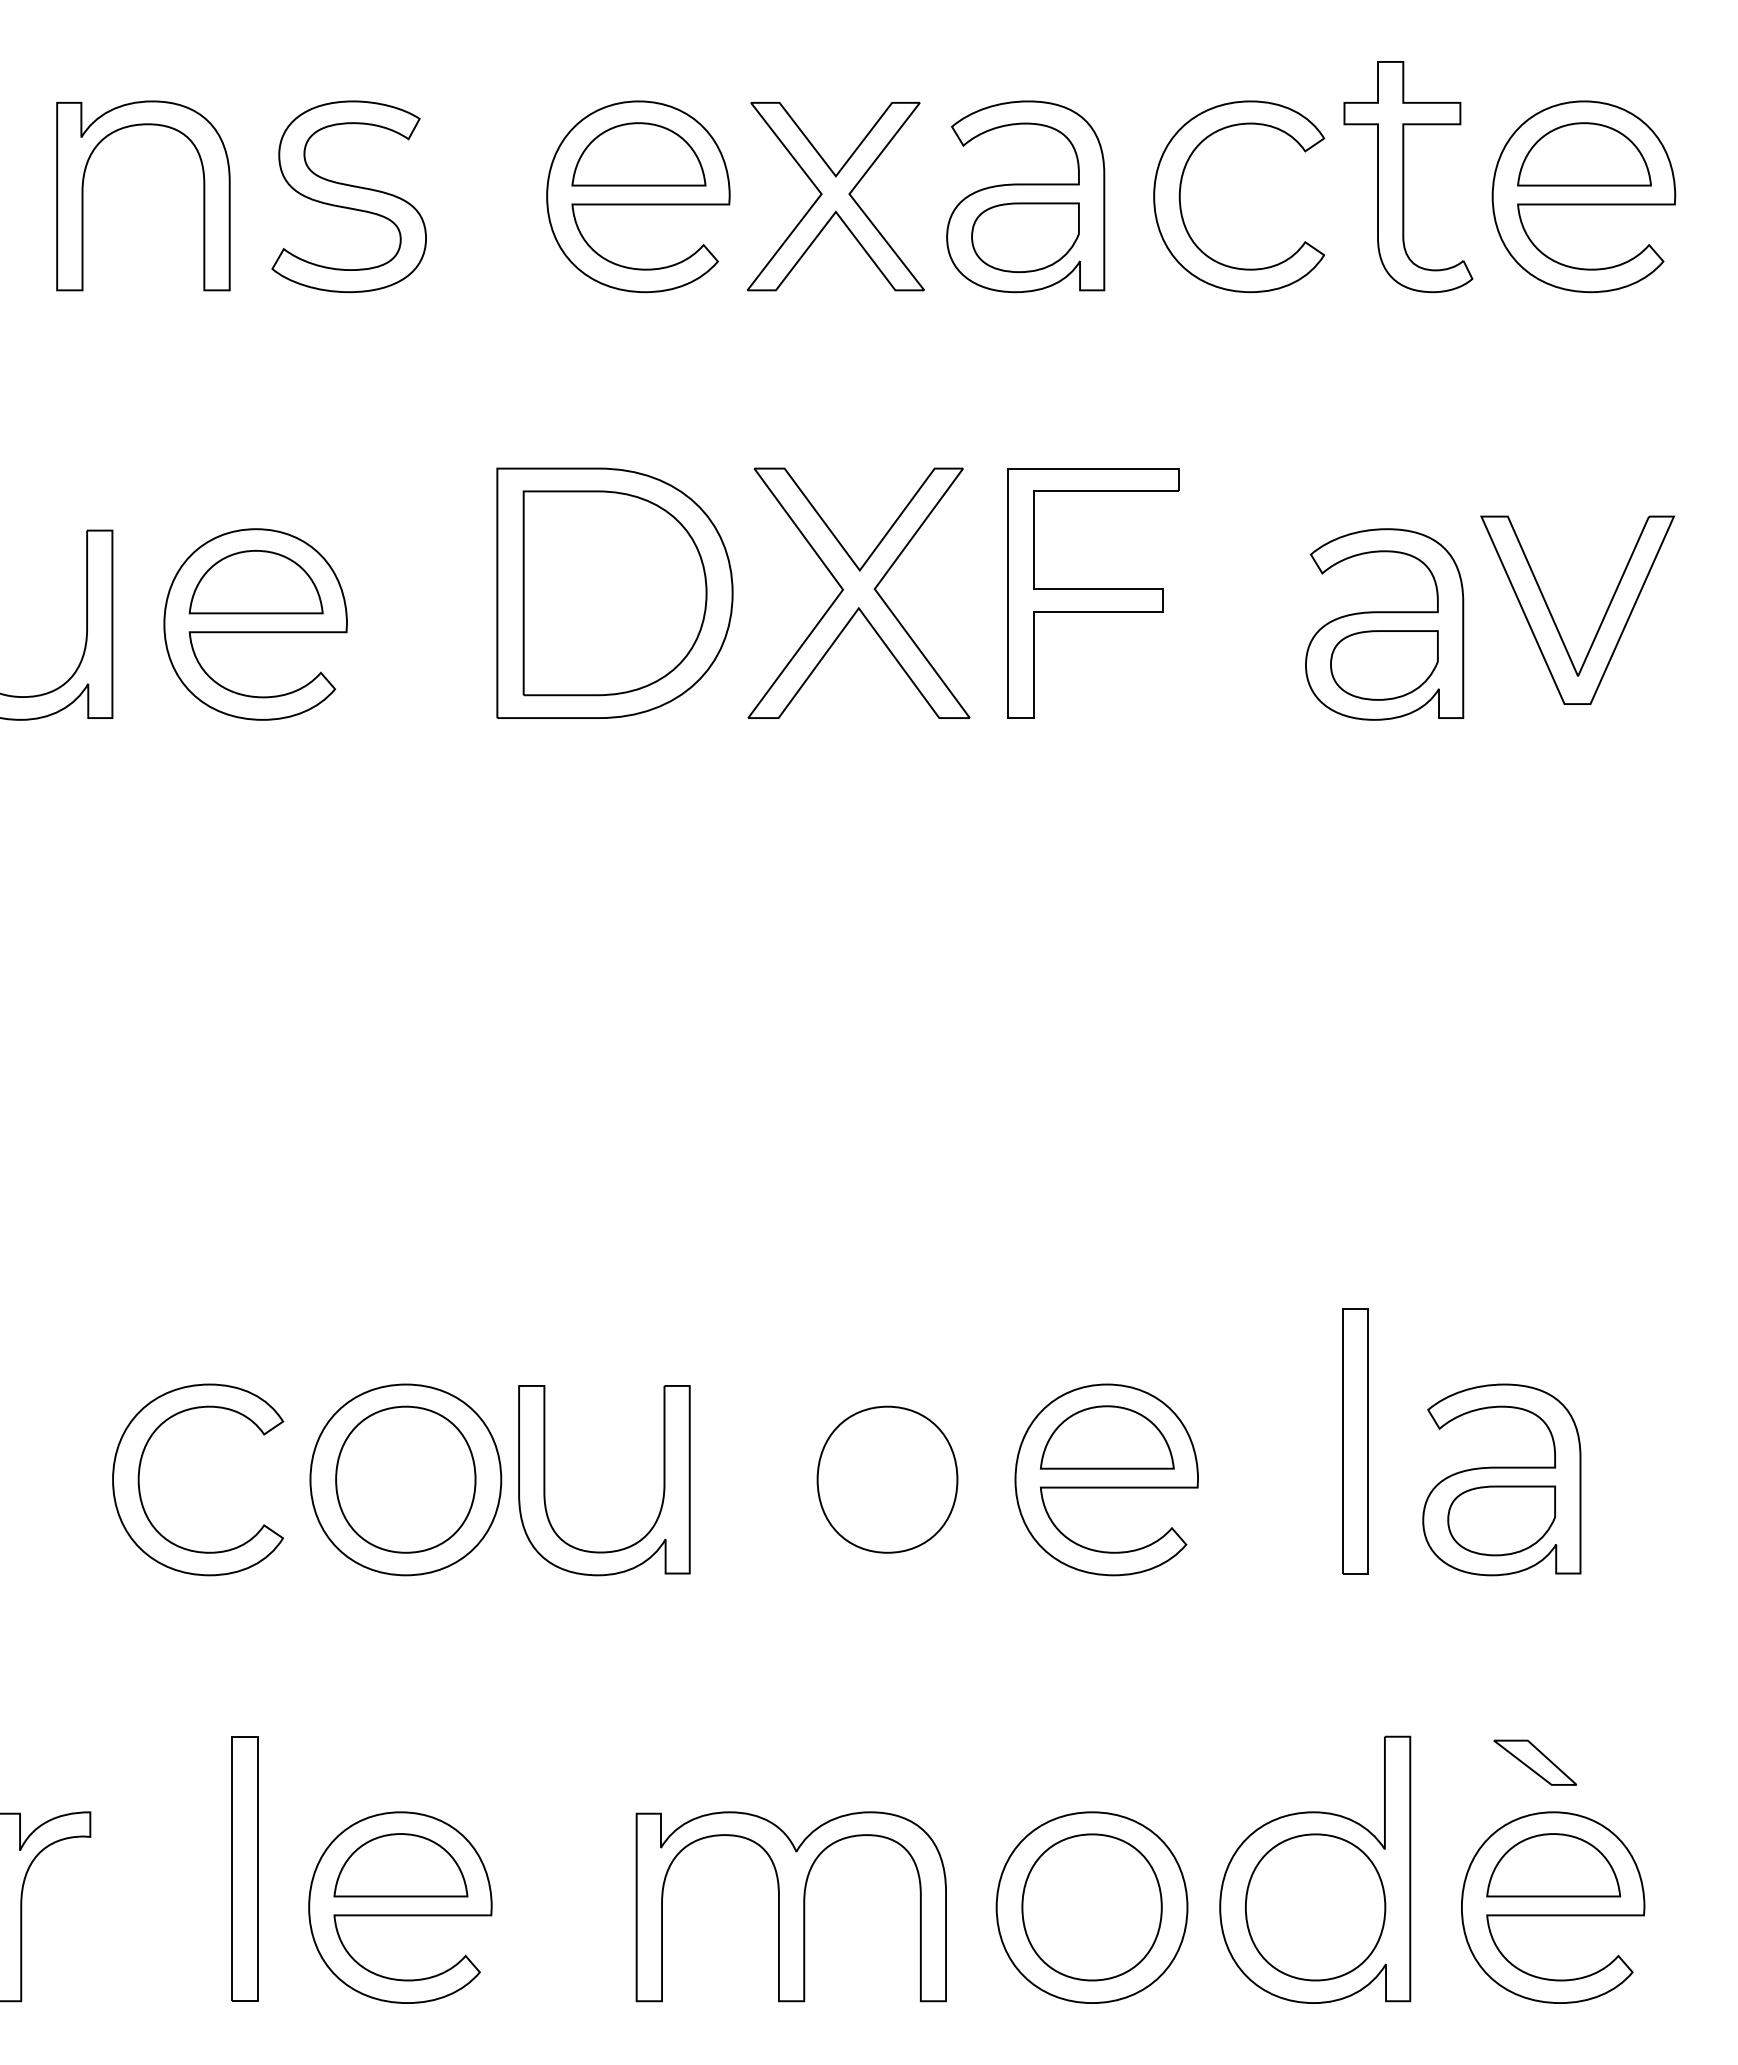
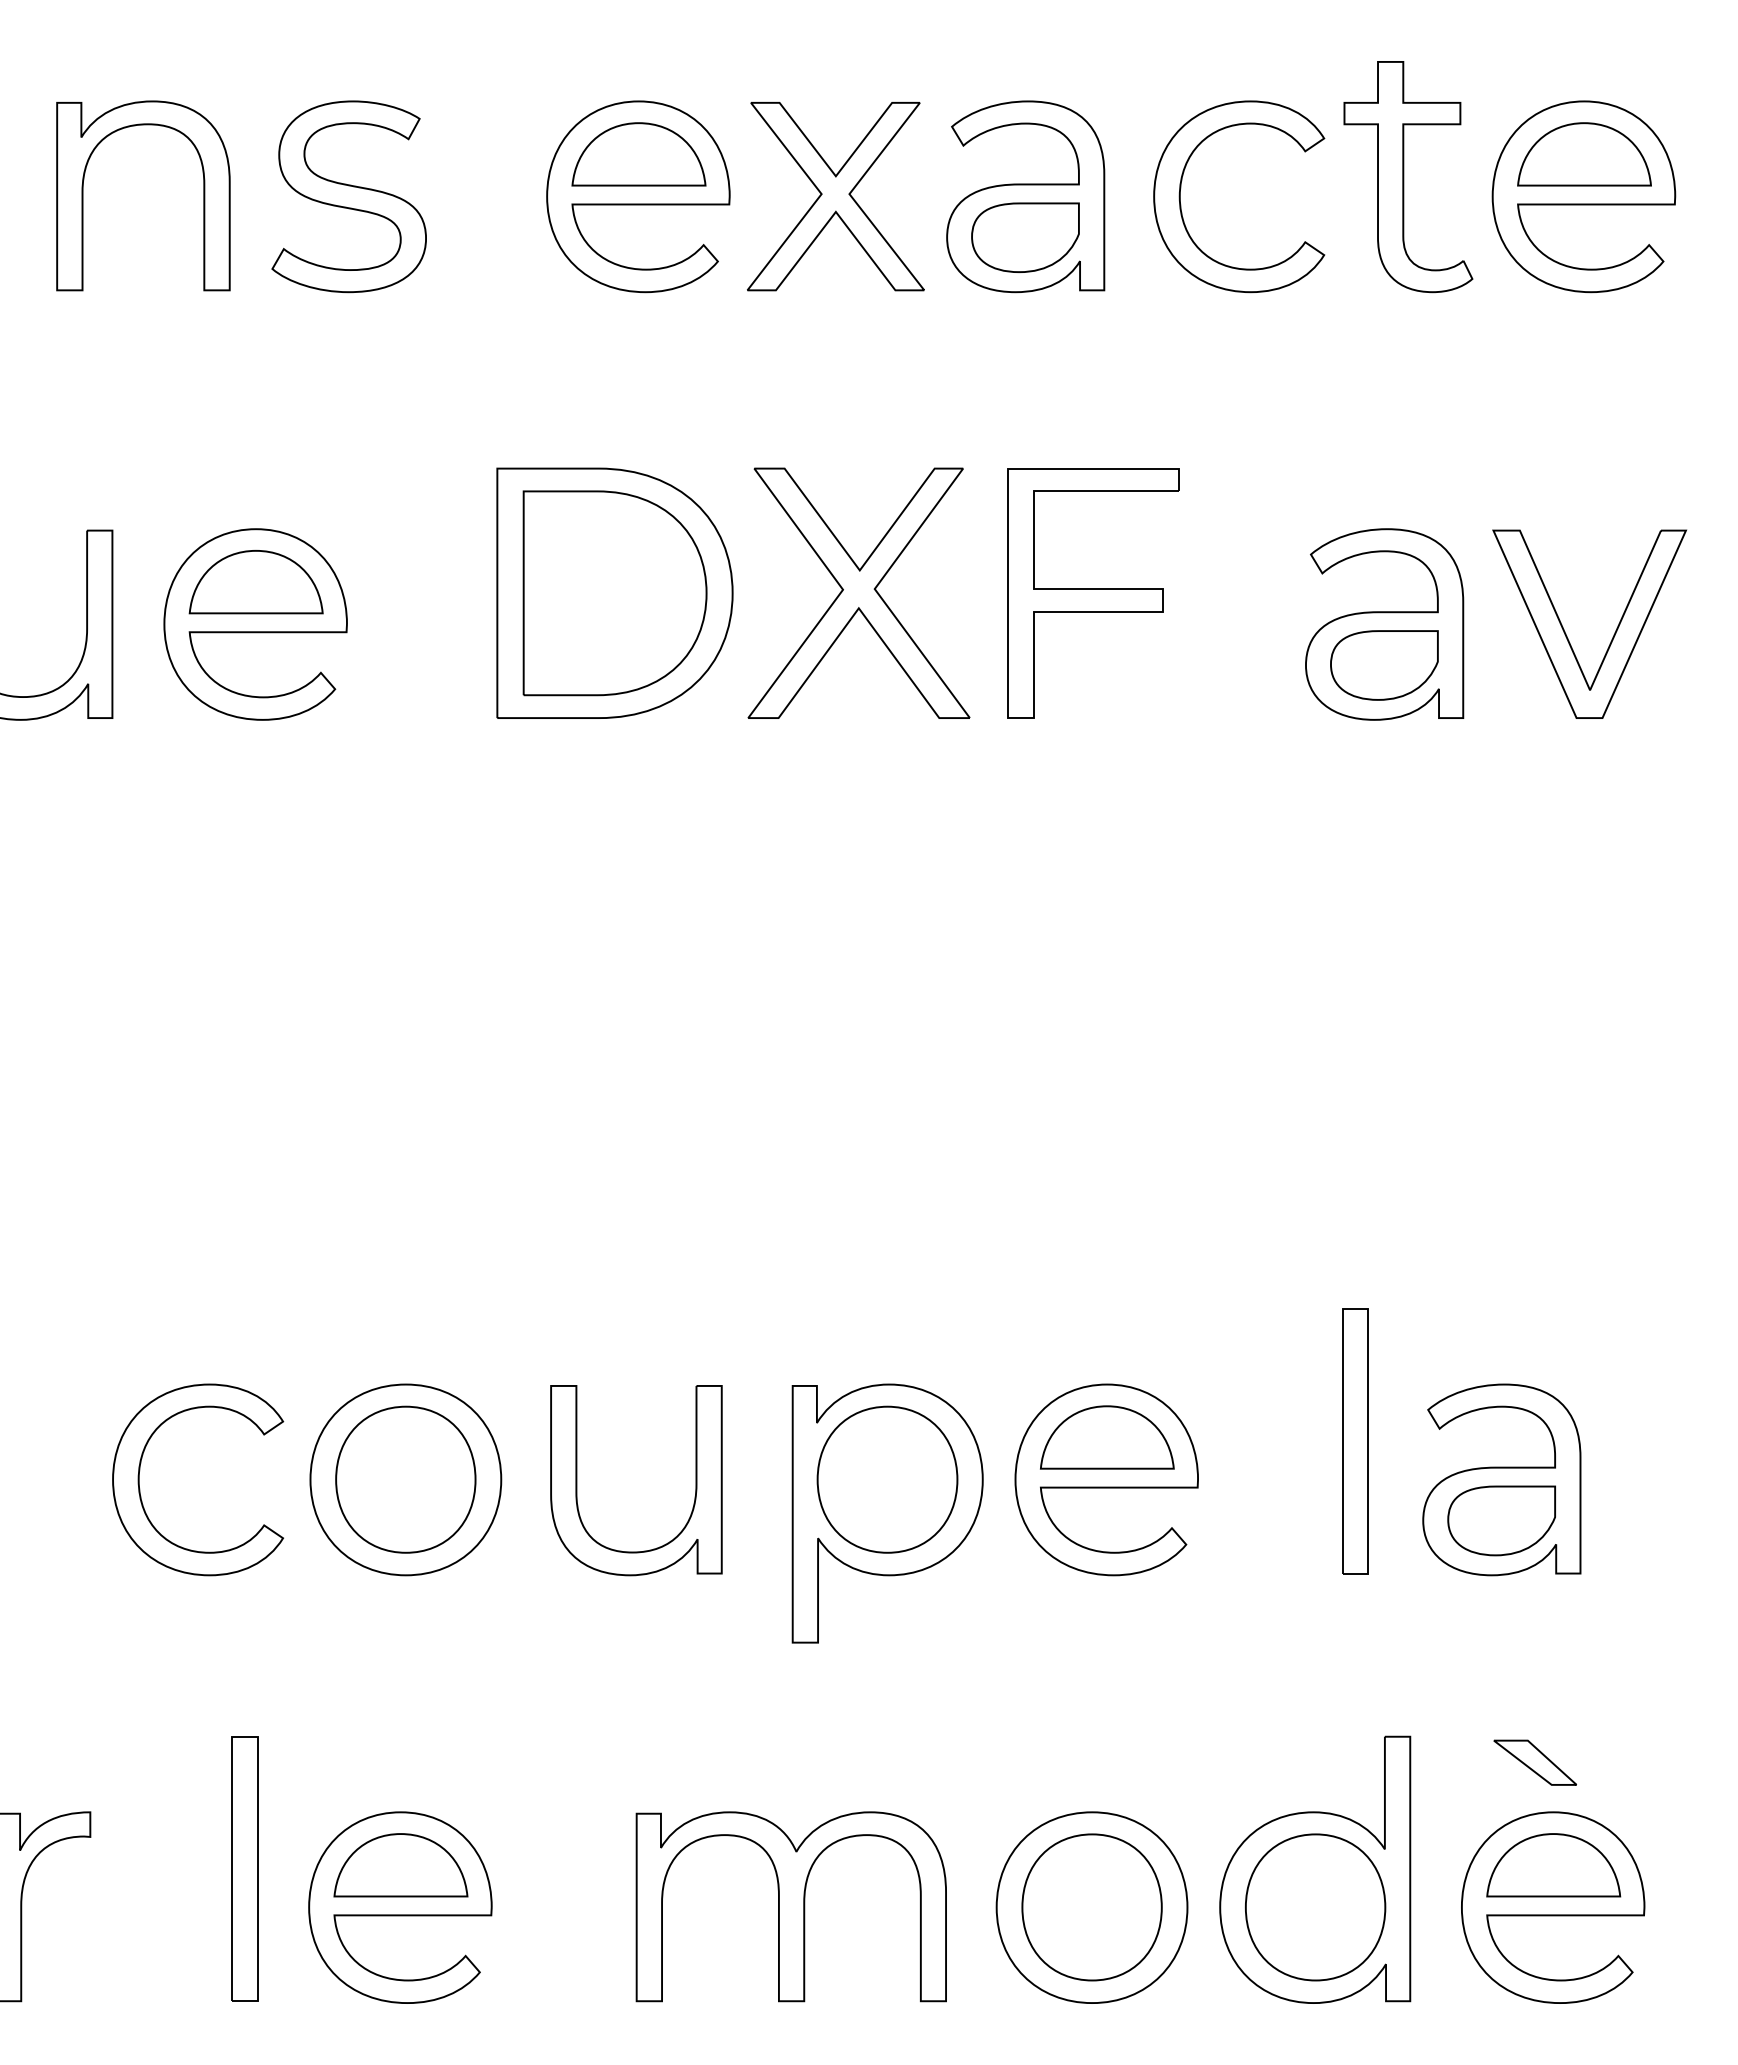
part at (1554, 619) position: (1554, 619) -> (1566, 633)
part at (545, 1480) position: (545, 1480) -> (577, 1480)
part at (887, 1513): none -> present
